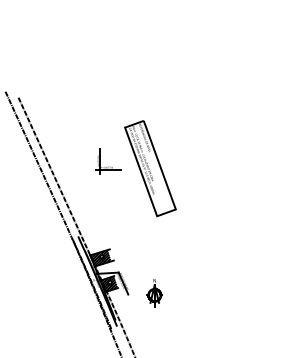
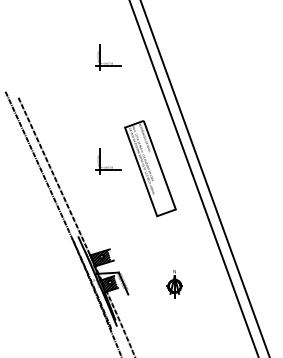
part at (108, 57): none -> present
line at (193, 178): none -> present
line at (204, 178): none -> present
part at (154, 293) position: (154, 293) -> (174, 284)
